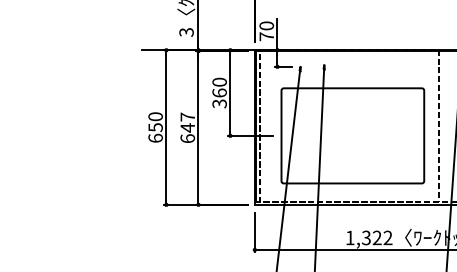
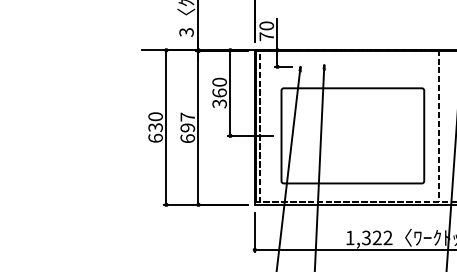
text at (155, 127): 650 -> 630
text at (187, 127): 647 -> 697
